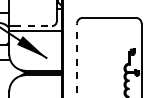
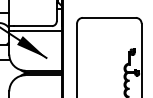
line at (33, 26): dashed -> solid
line at (77, 60): dashed -> solid
